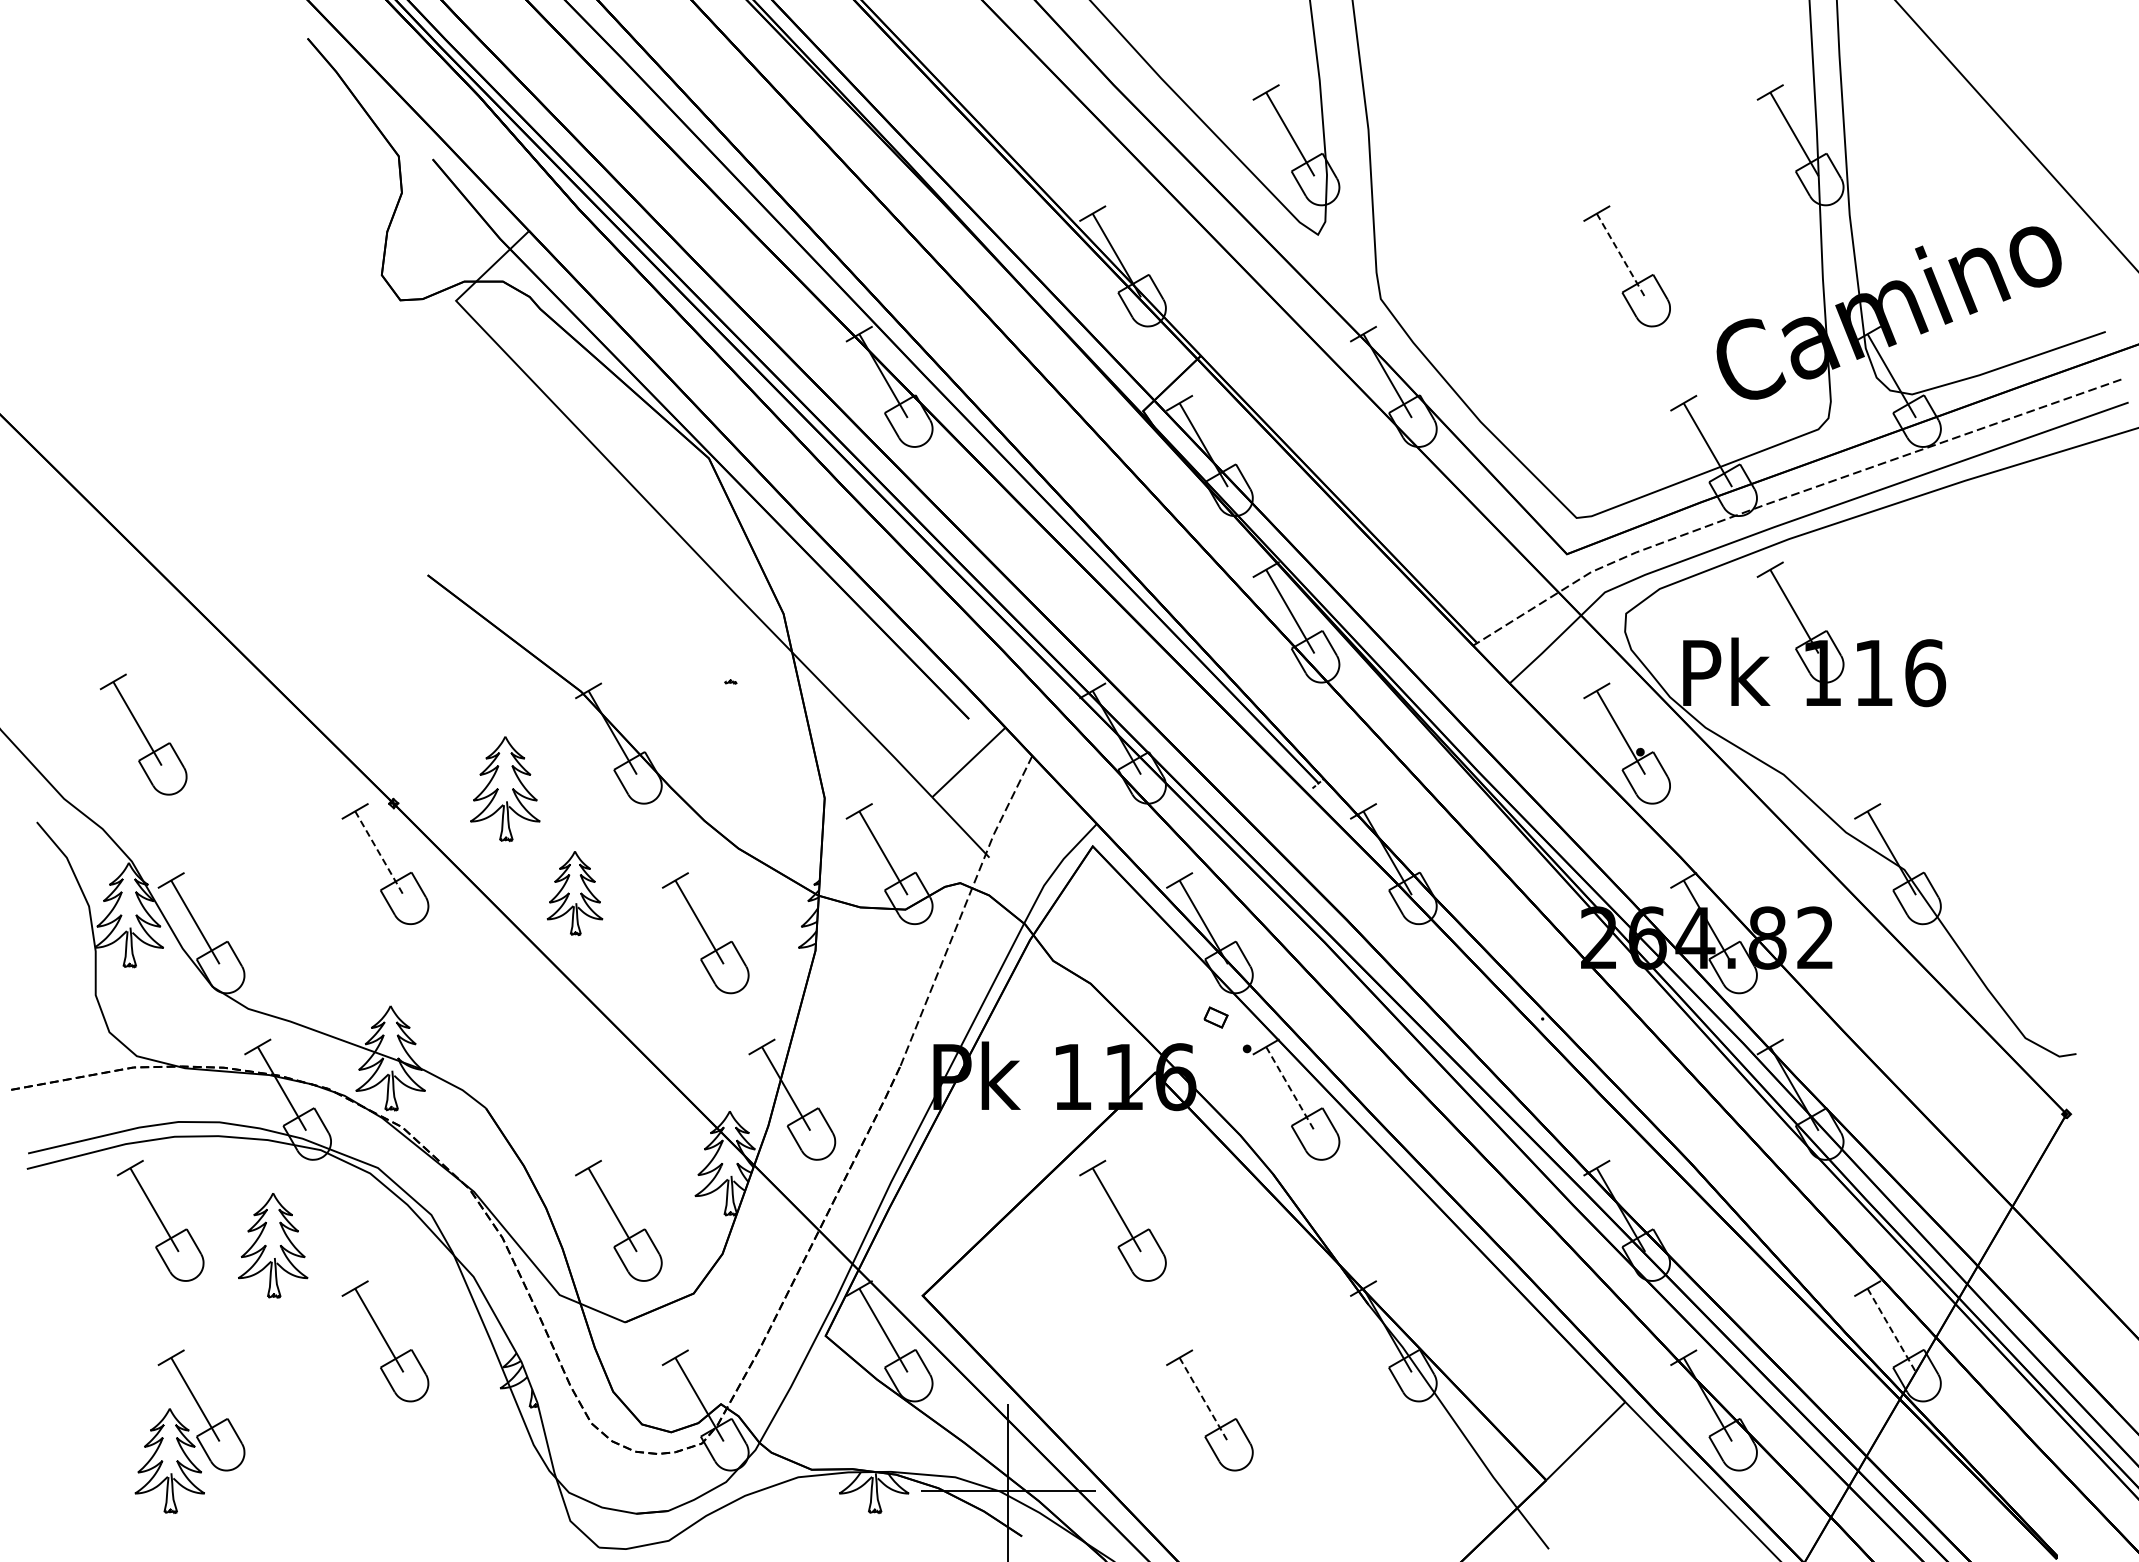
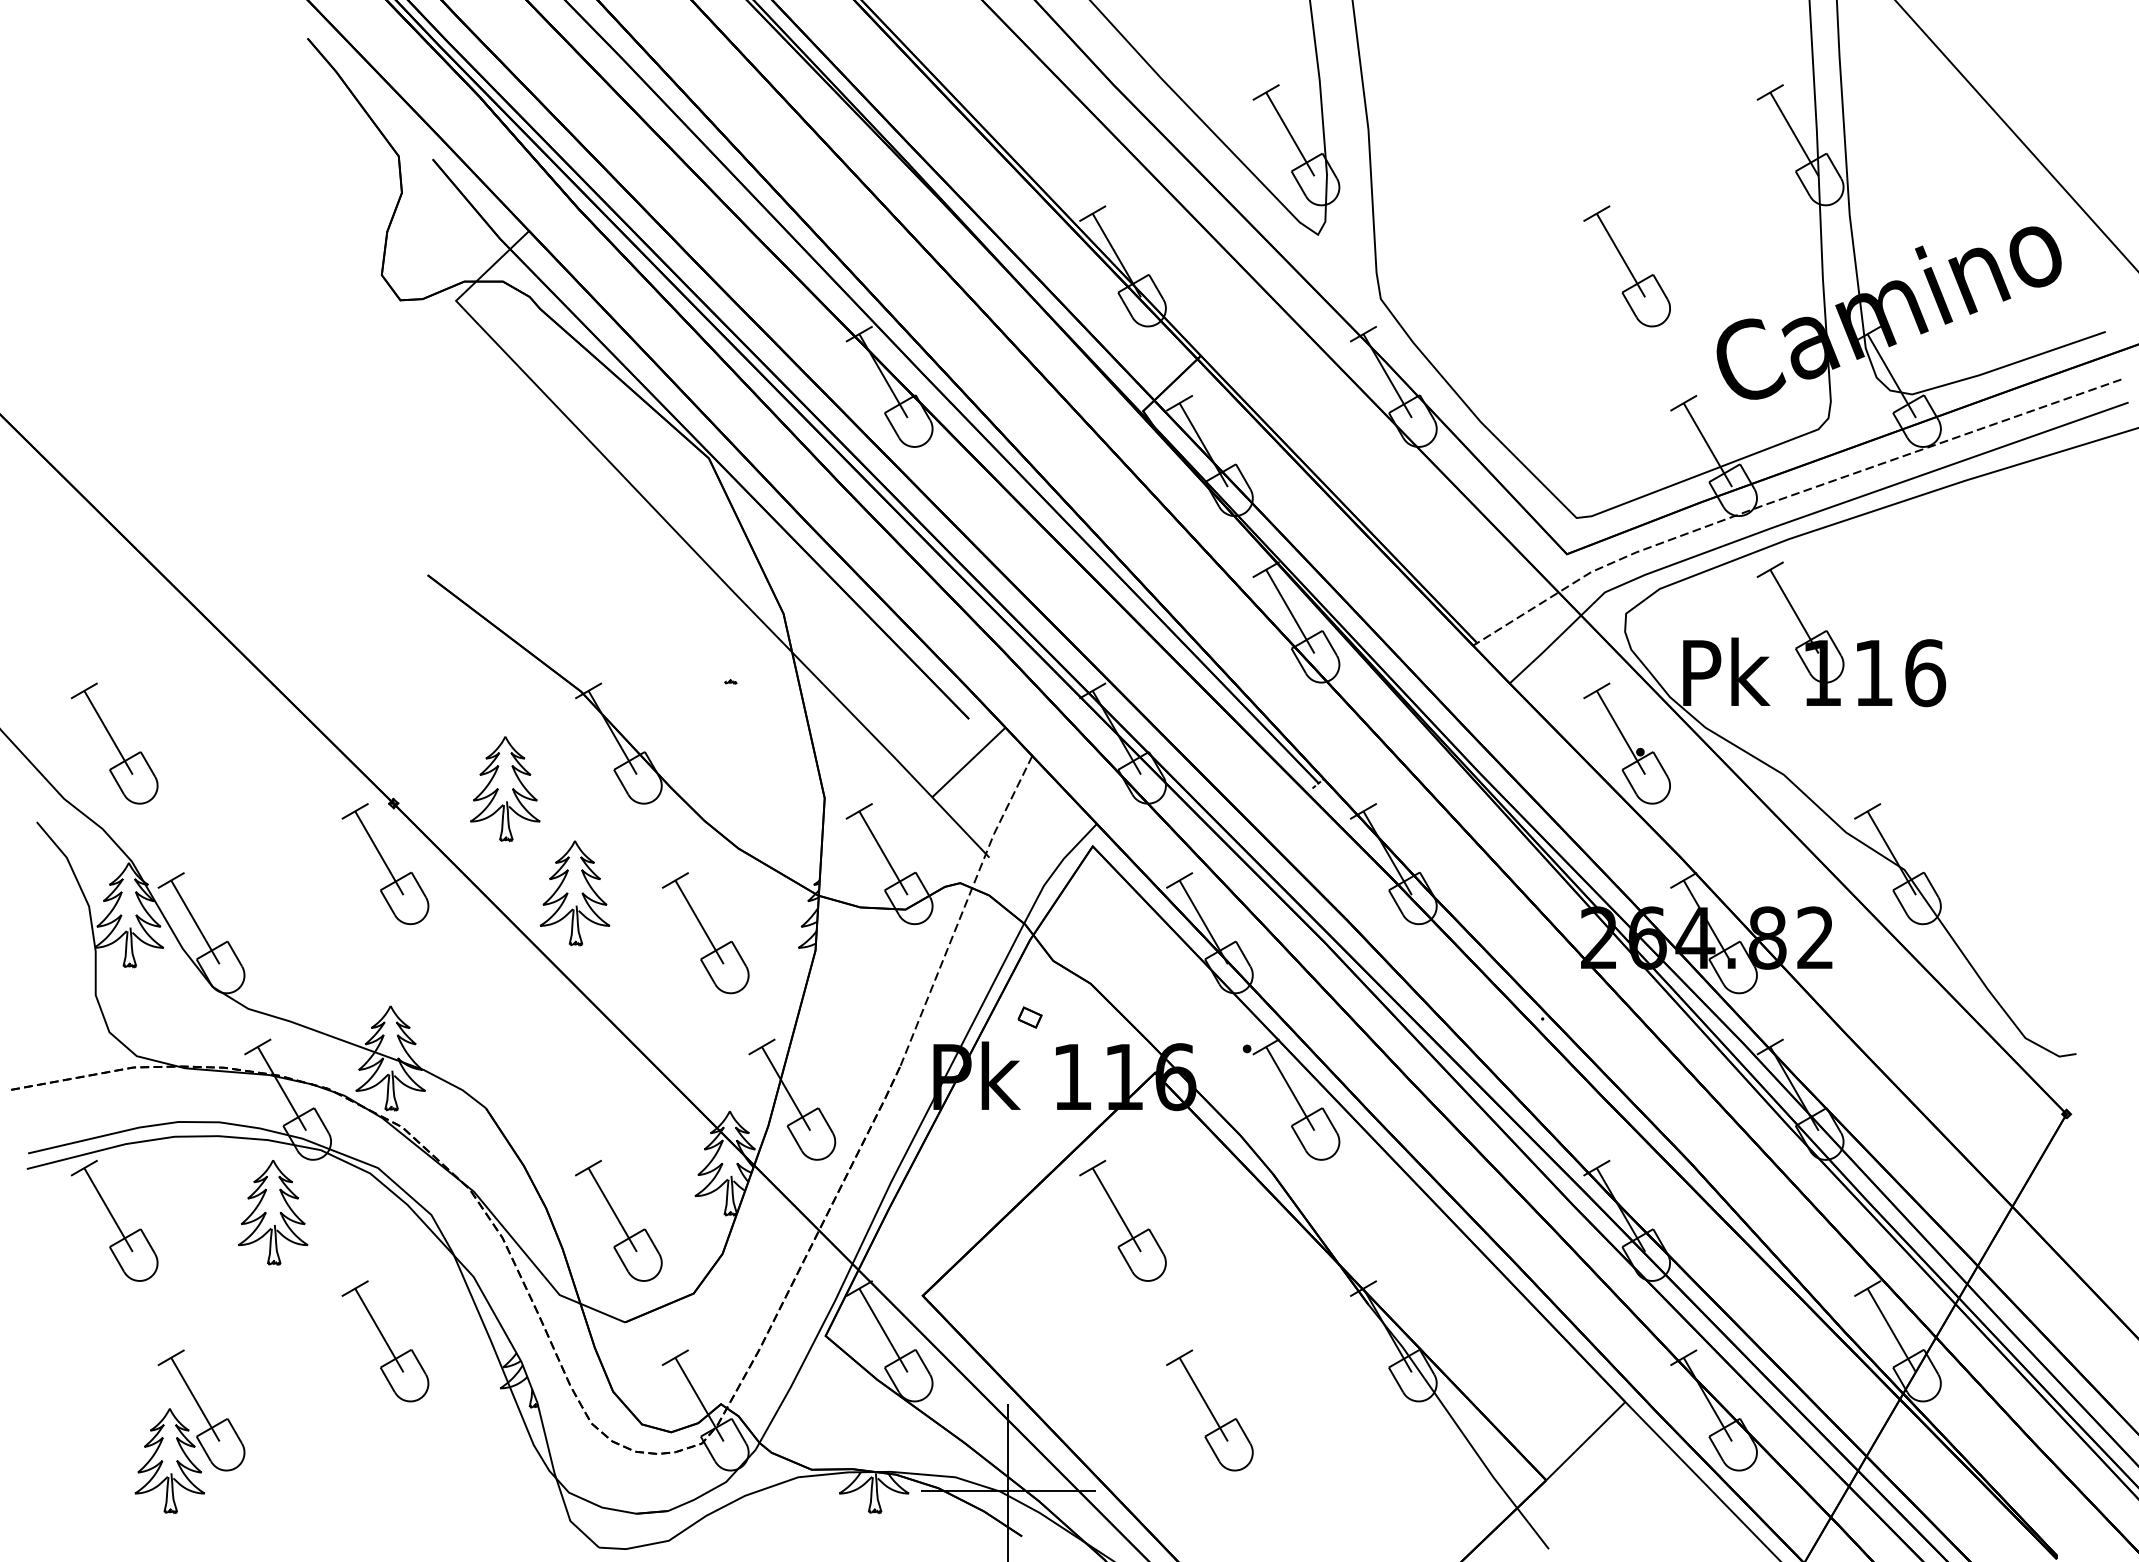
line at (1621, 255): dashed -> solid
part at (143, 734) position: (143, 734) -> (114, 743)
line at (379, 853): dashed -> solid
part at (574, 893) size: 58x86 px -> 72x107 px
part at (1215, 1017) position: (1215, 1017) -> (1029, 1017)
line at (1290, 1089): dashed -> solid
part at (160, 1220) position: (160, 1220) -> (114, 1220)
part at (273, 1245) position: (273, 1245) -> (273, 1212)
line at (1892, 1330): dashed -> solid
line at (1203, 1400): dashed -> solid
